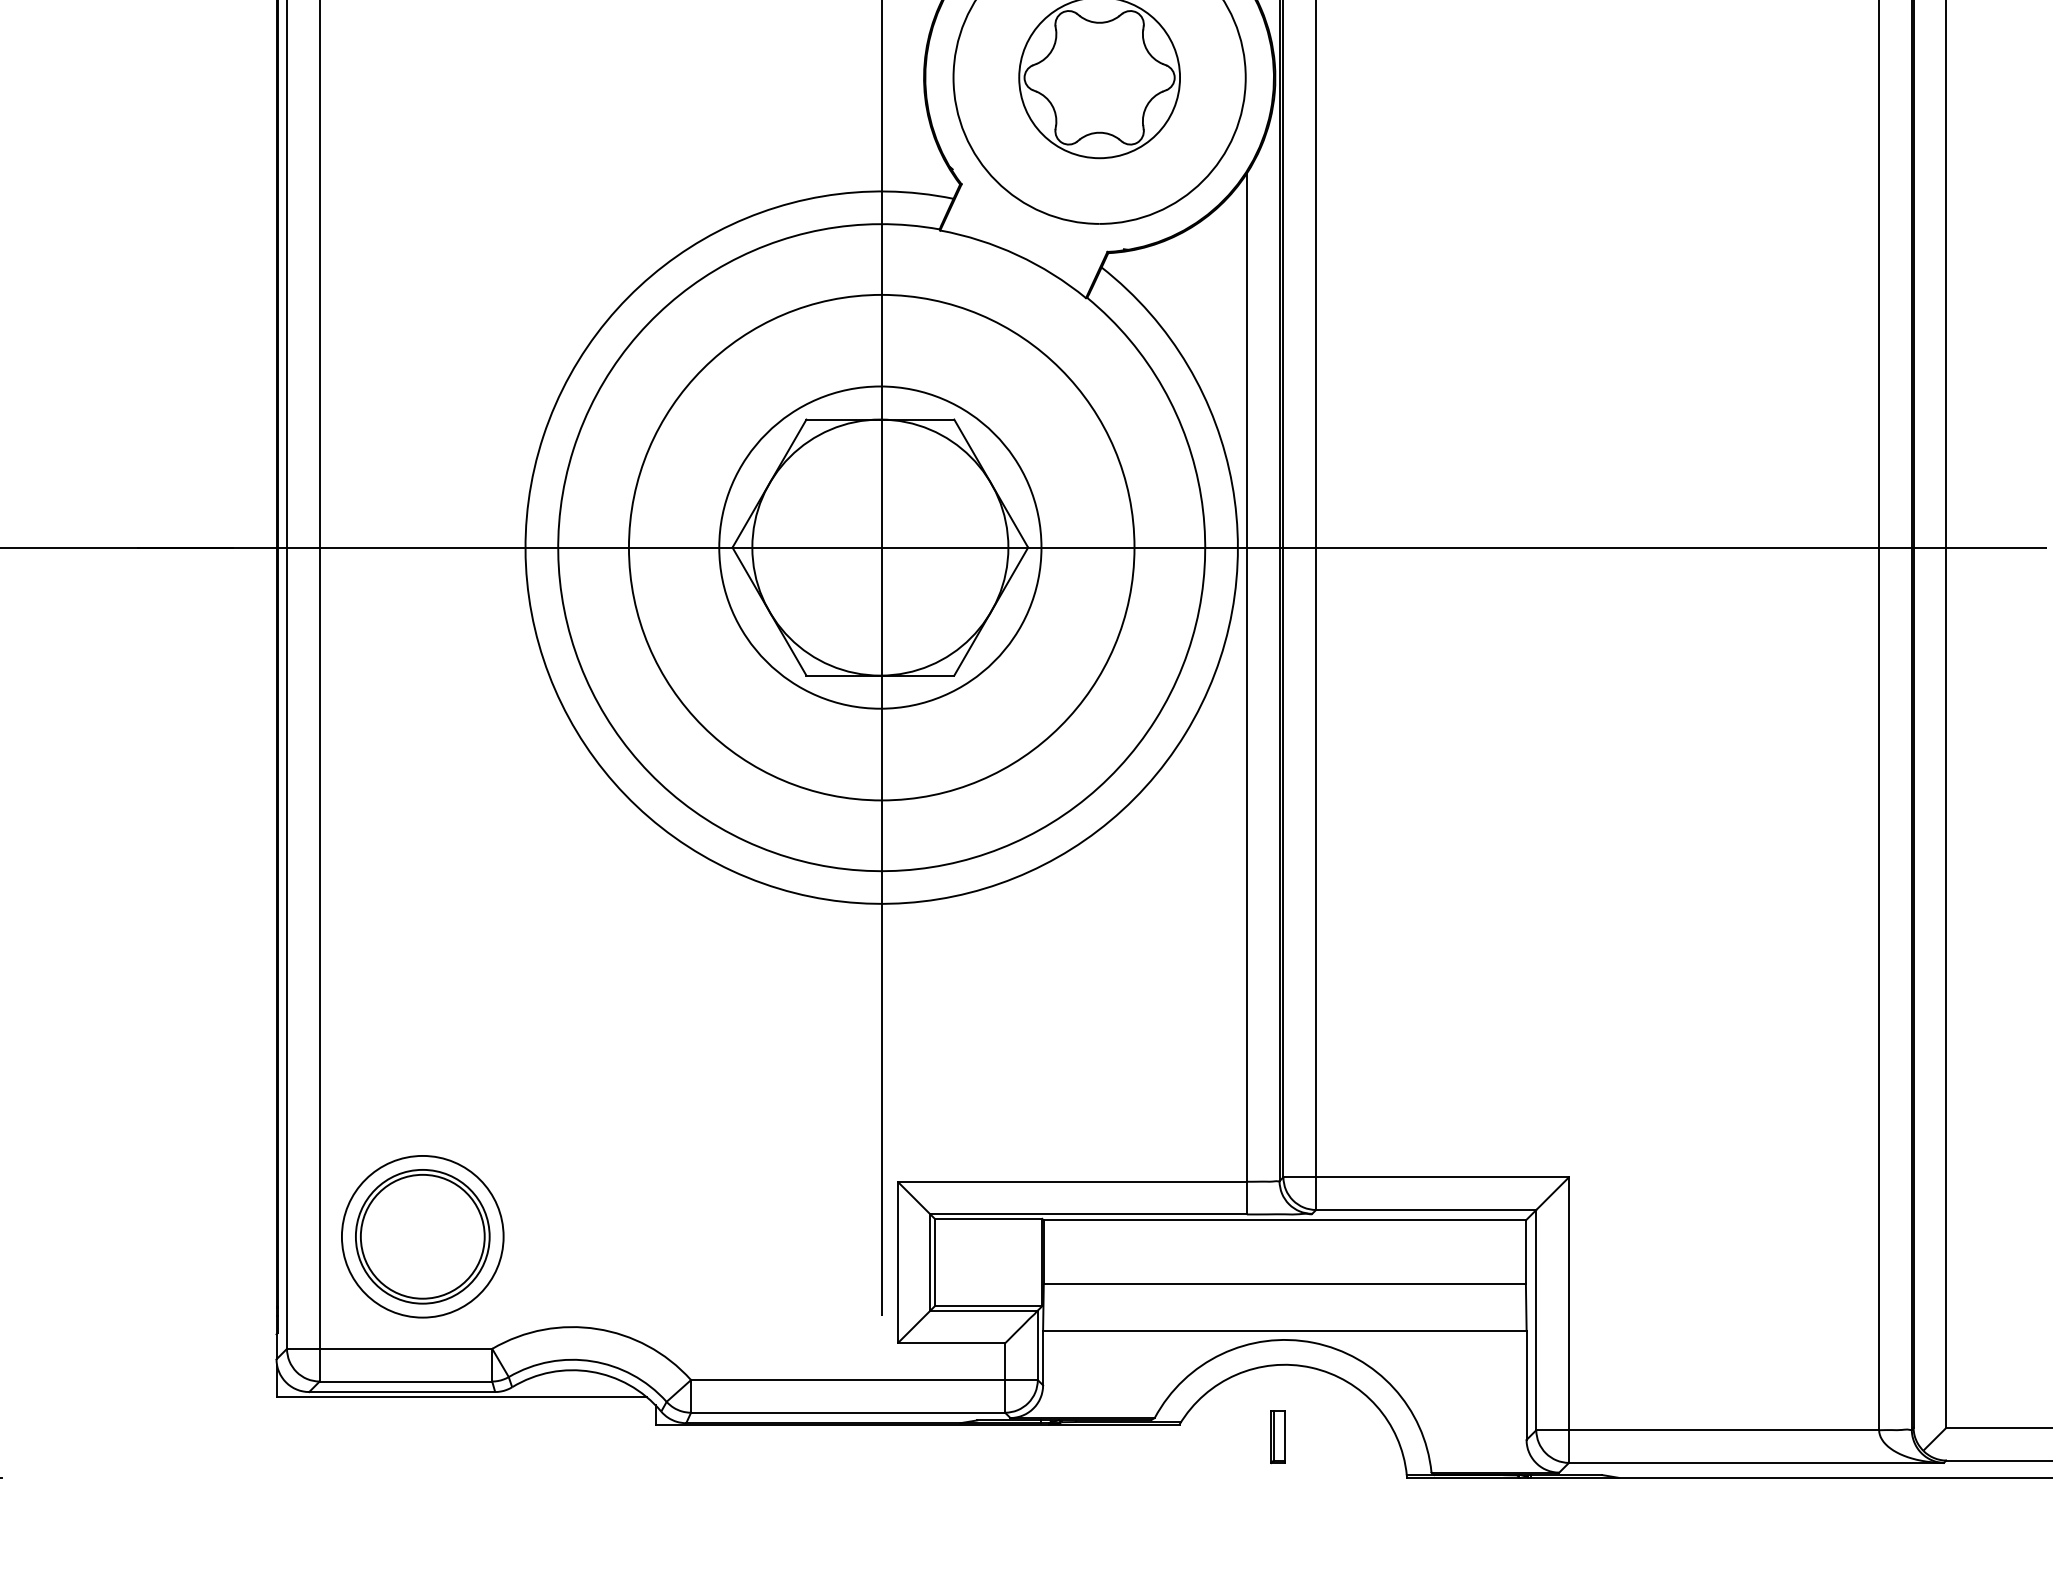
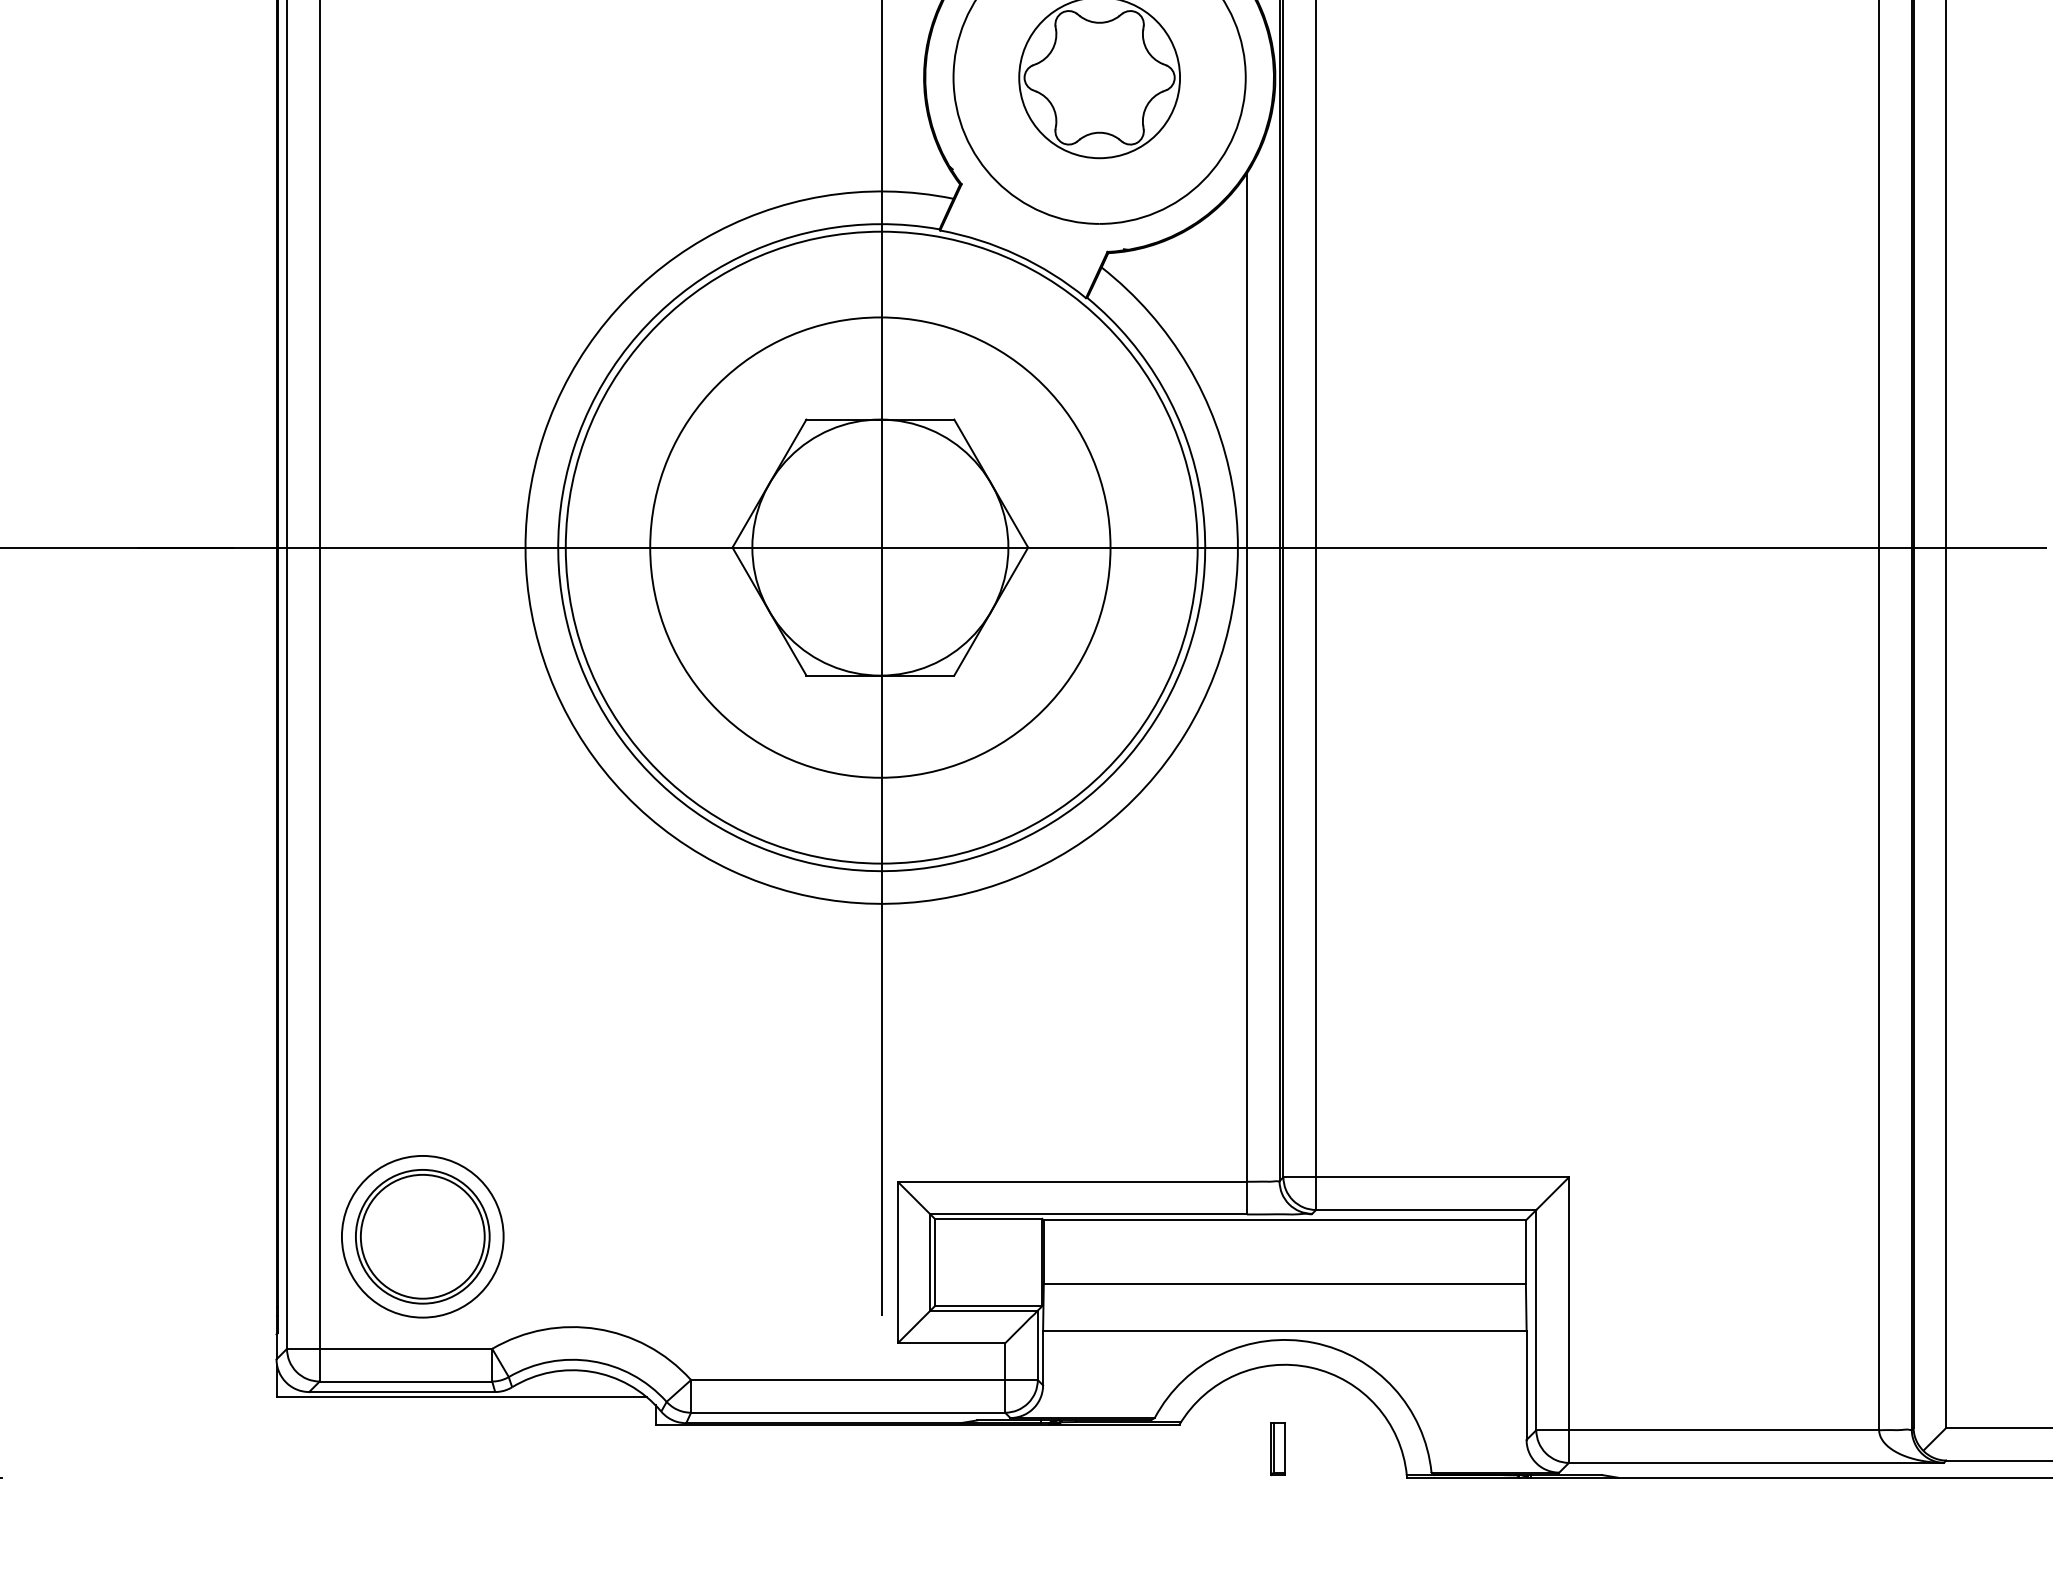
circle at (880, 547) diameter: 322 px -> 460 px
circle at (881, 547) diameter: 506 px -> 632 px
part at (1277, 1437) position: (1277, 1437) -> (1277, 1449)
